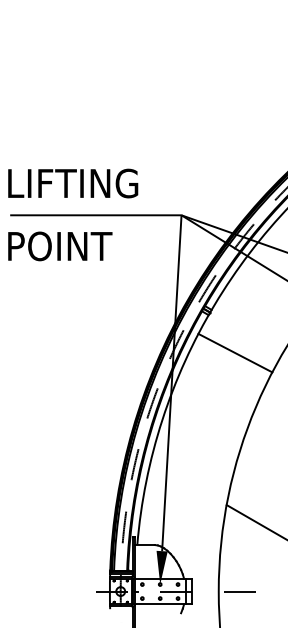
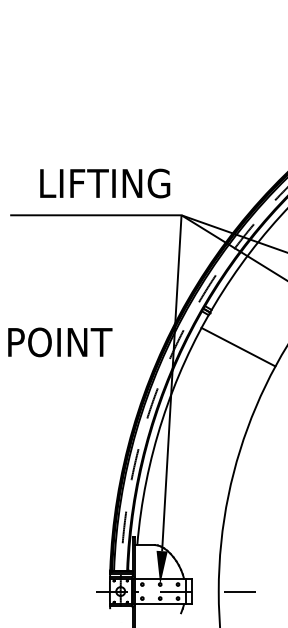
text at (73, 183) position: (73, 183) -> (105, 183)
text at (60, 246) position: (60, 246) -> (60, 342)
line at (235, 352) position: (235, 352) -> (238, 346)
line at (255, 521): present -> none
